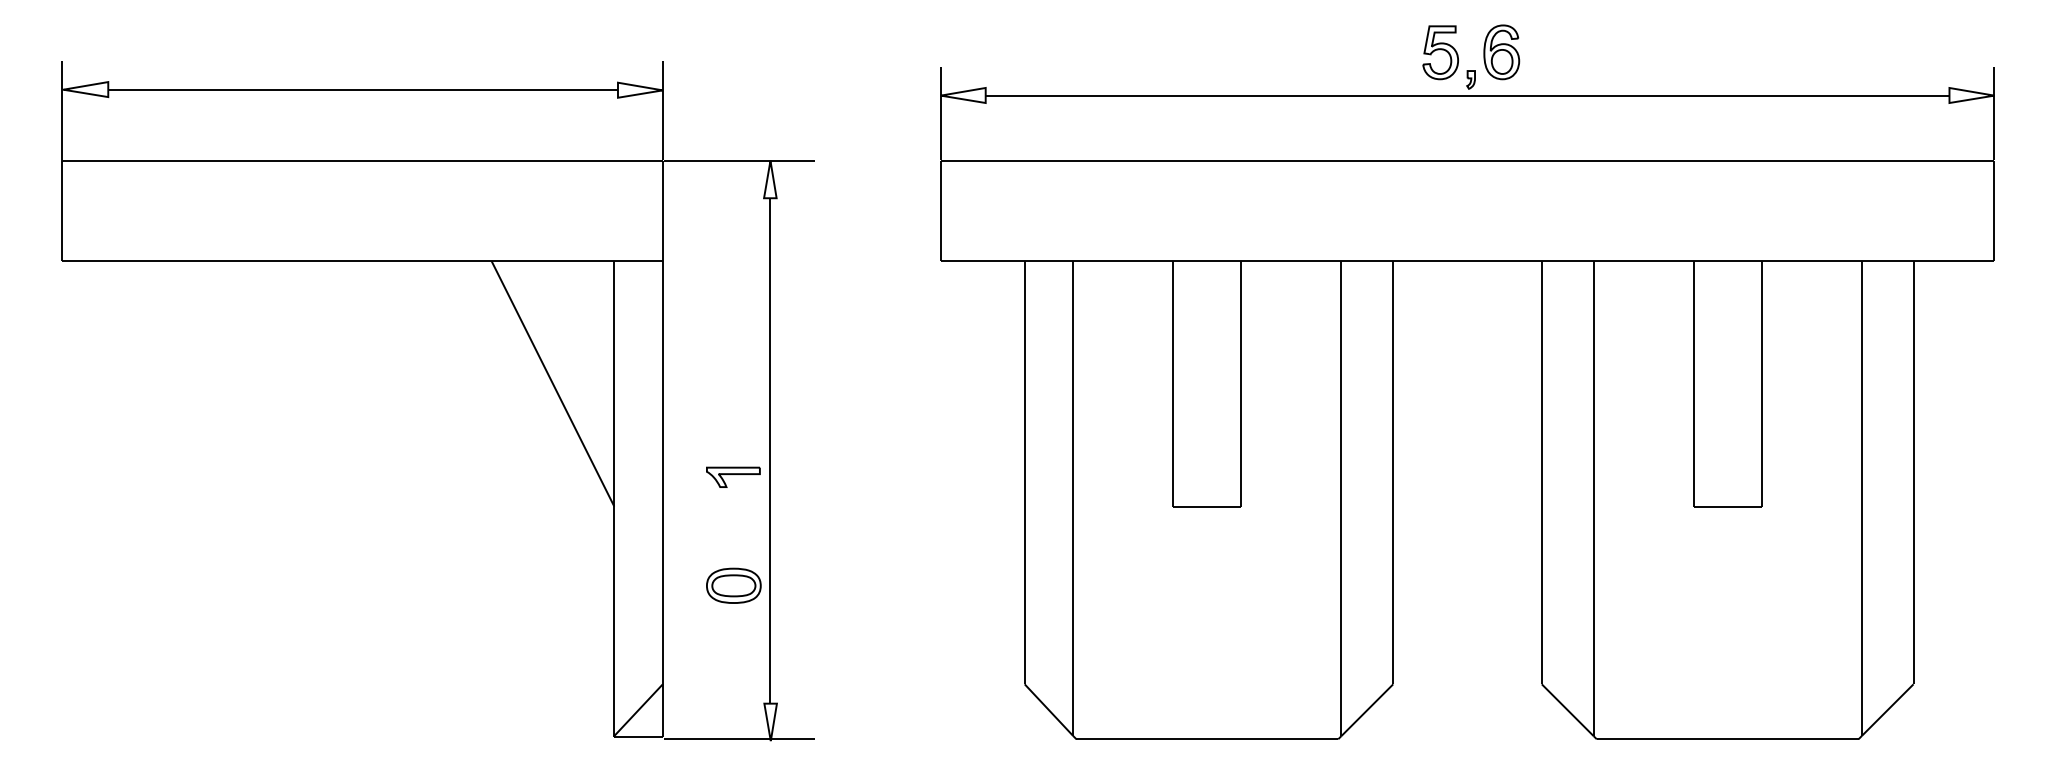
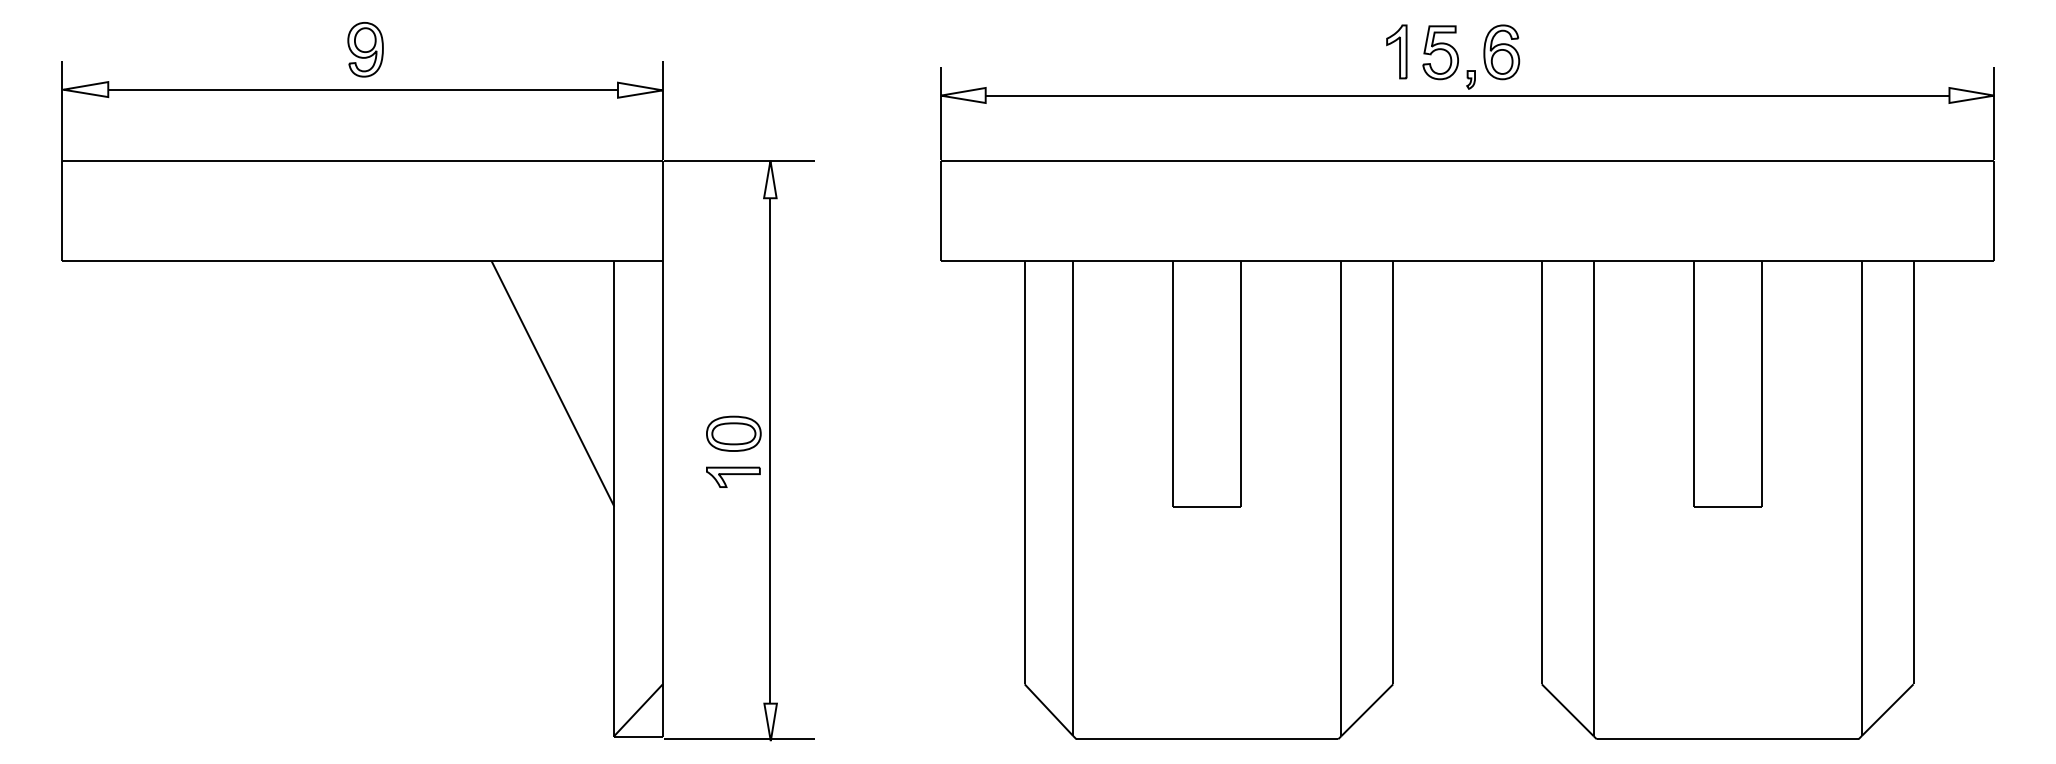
part at (365, 49): none -> present
part at (1396, 51): none -> present
part at (733, 585) position: (733, 585) -> (733, 433)
